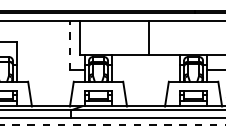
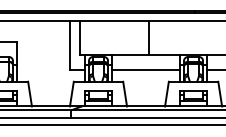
line at (69, 45): dashed -> solid
line at (145, 70): none -> present
line at (113, 125): dashed -> solid
